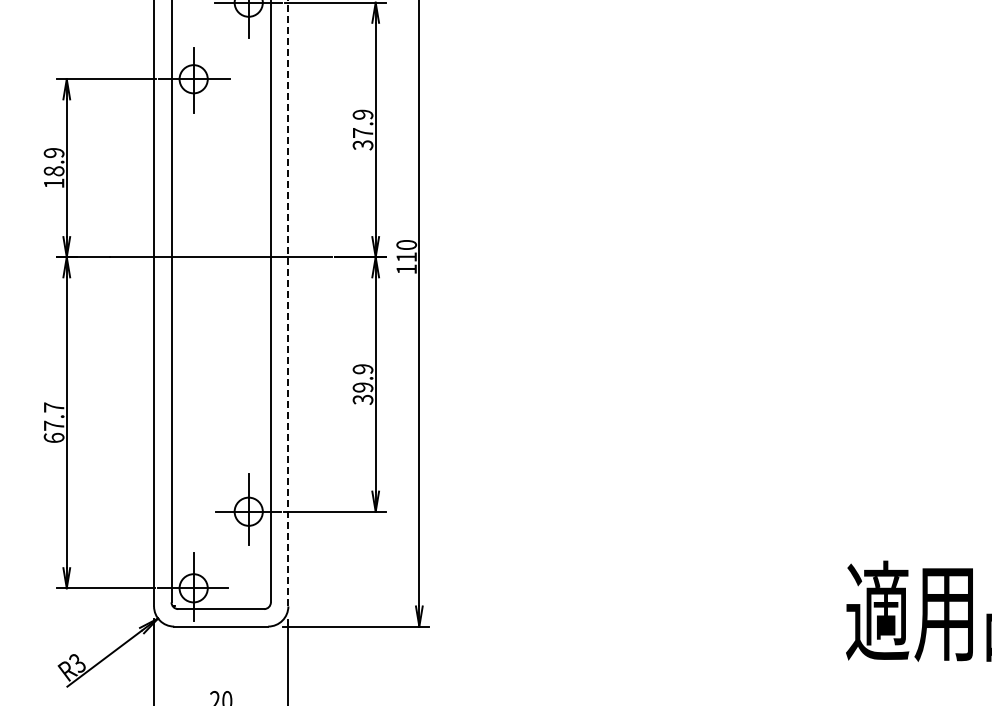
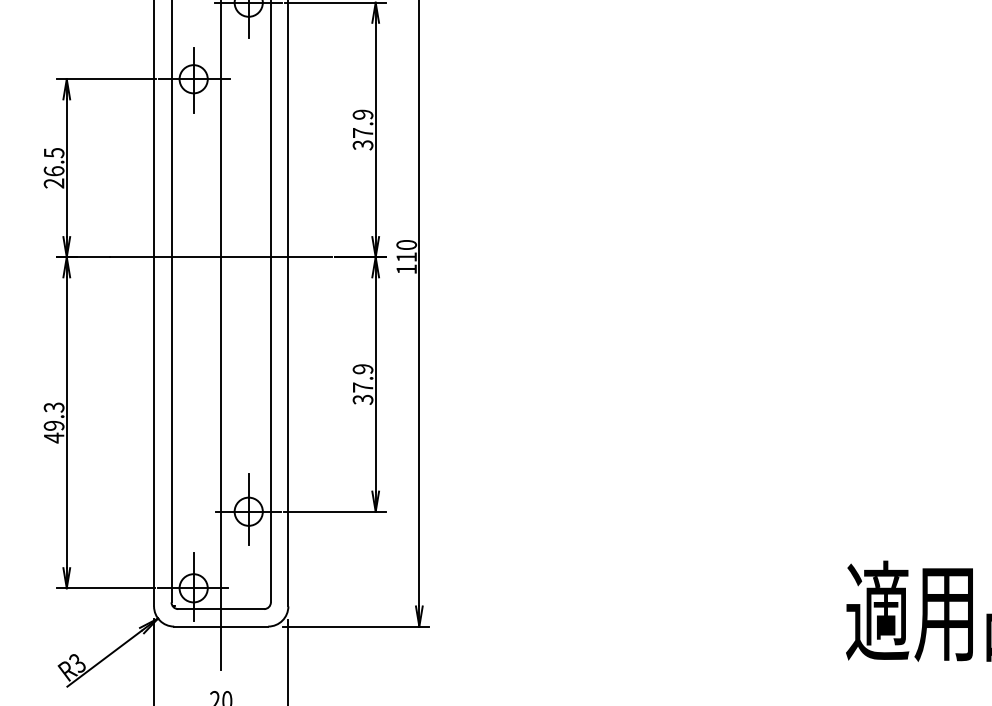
text at (53, 168): 18.9 -> 26.5
line at (288, 303): dashed -> solid
line at (221, 336): none -> present
text at (362, 387): 39.9 -> 37.9
text at (53, 422): 67.7 -> 49.3
